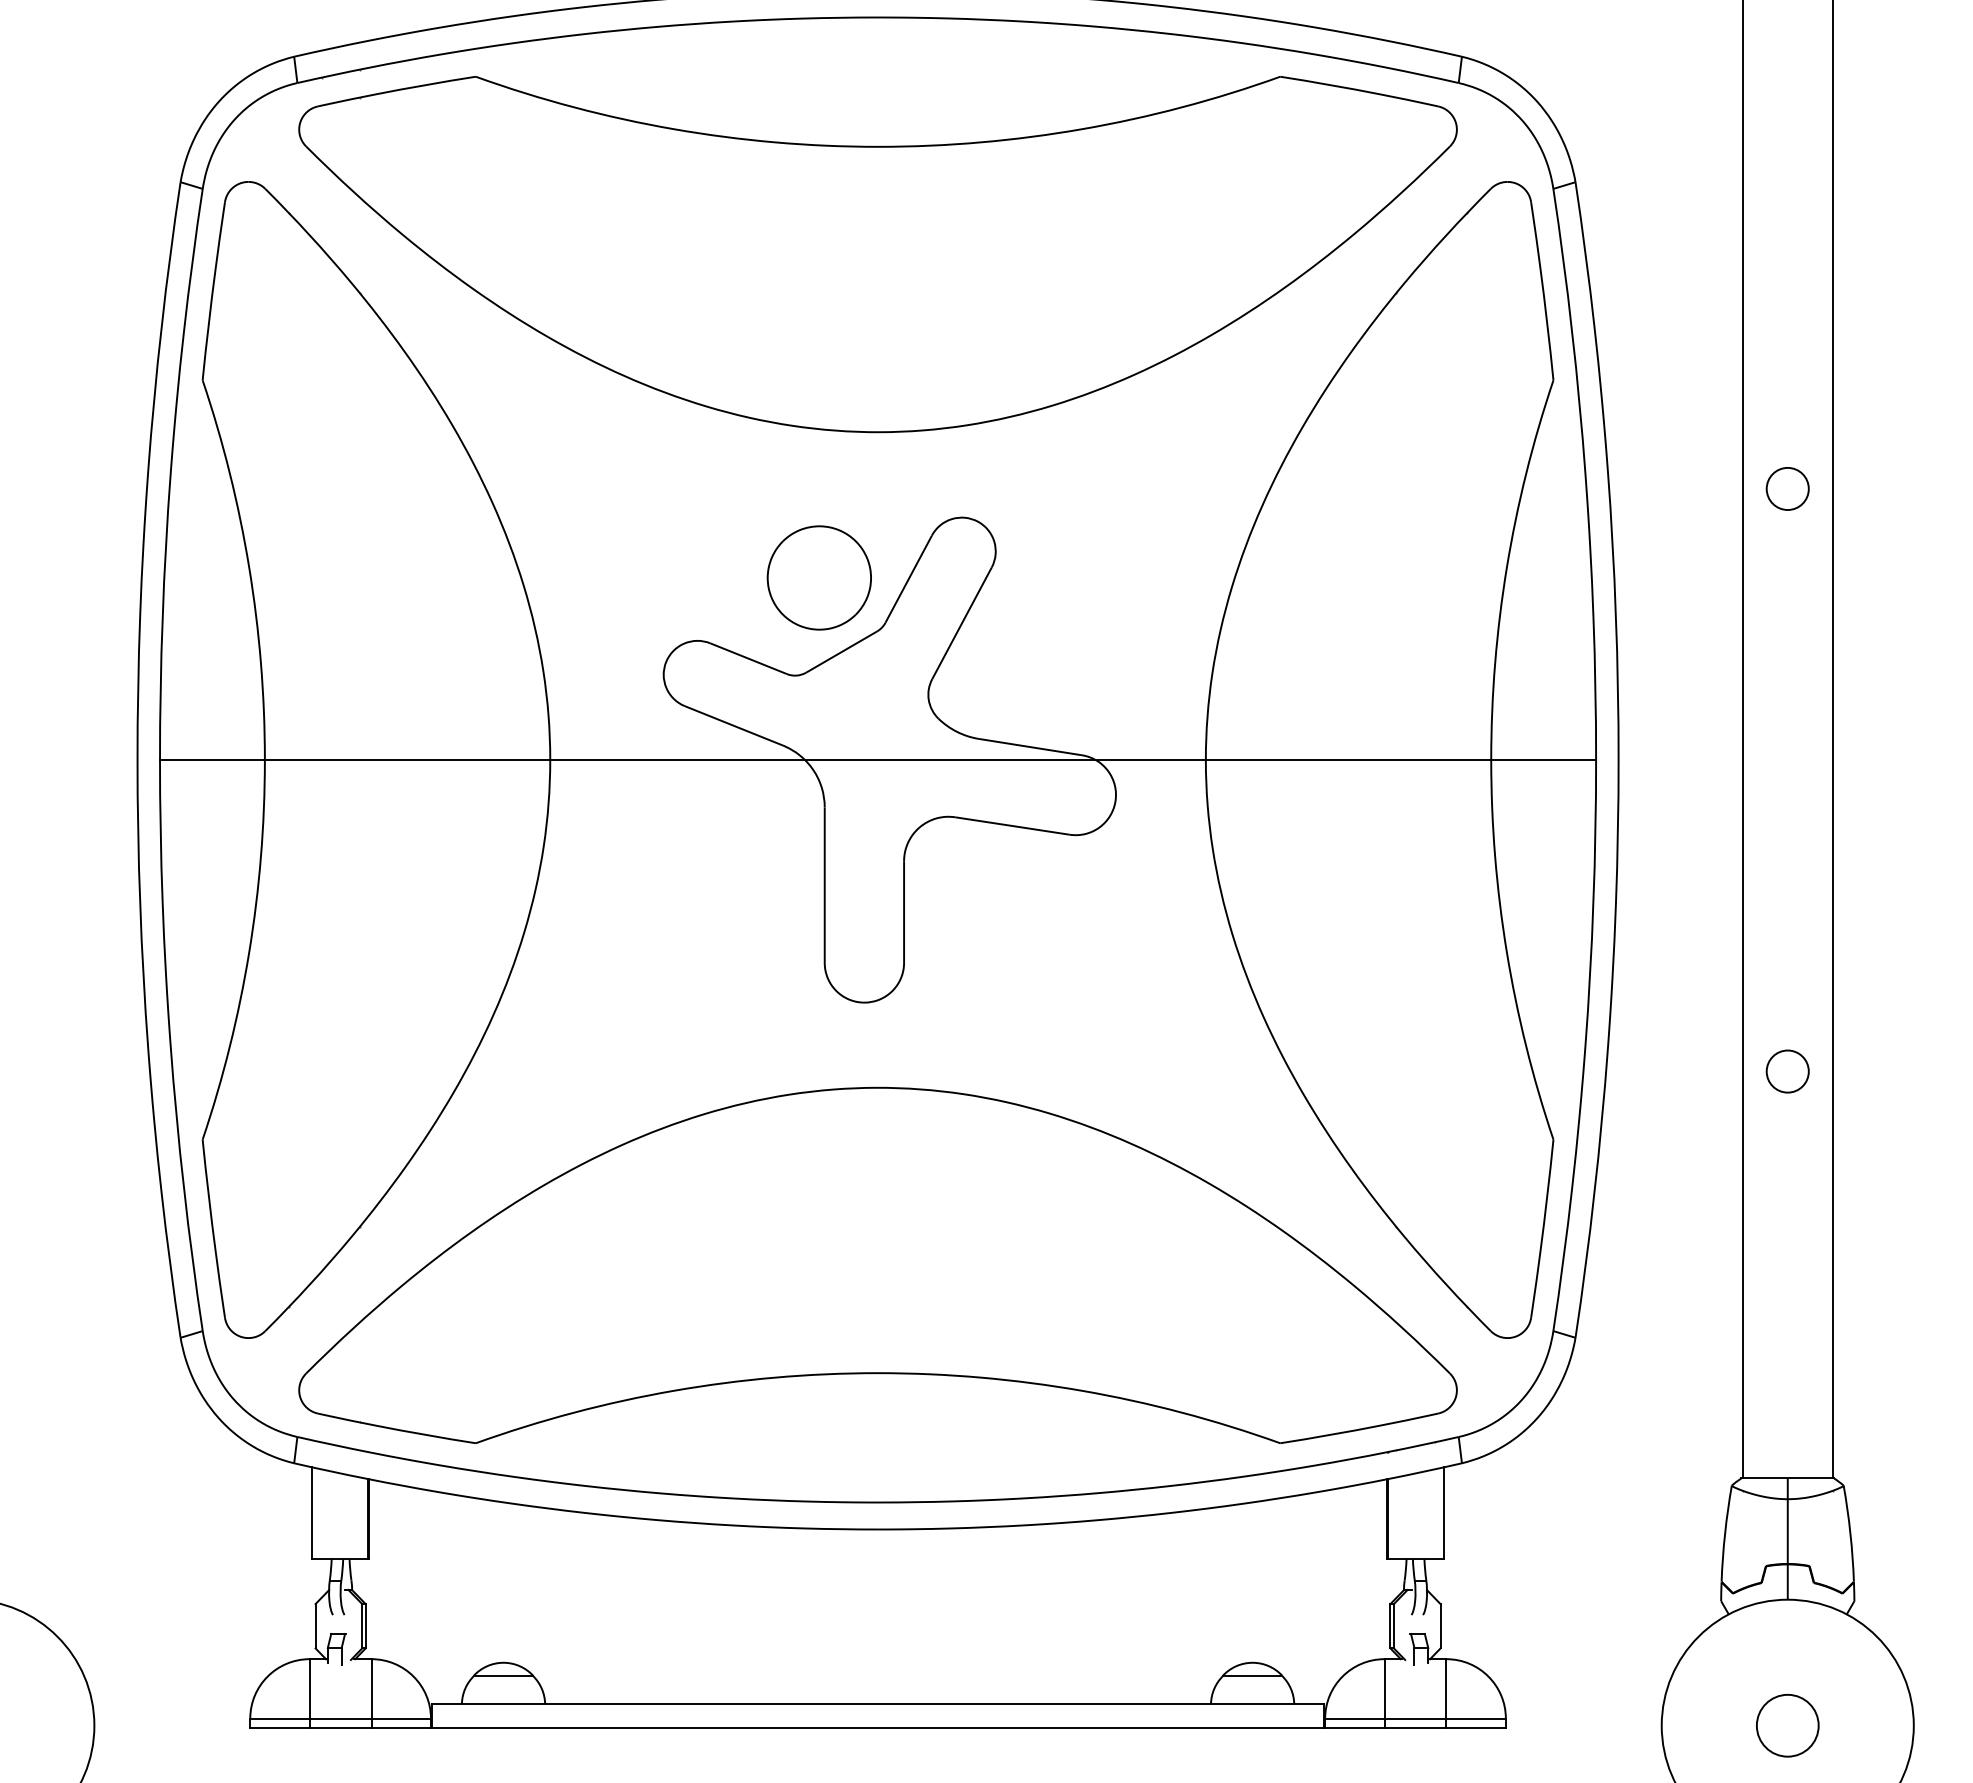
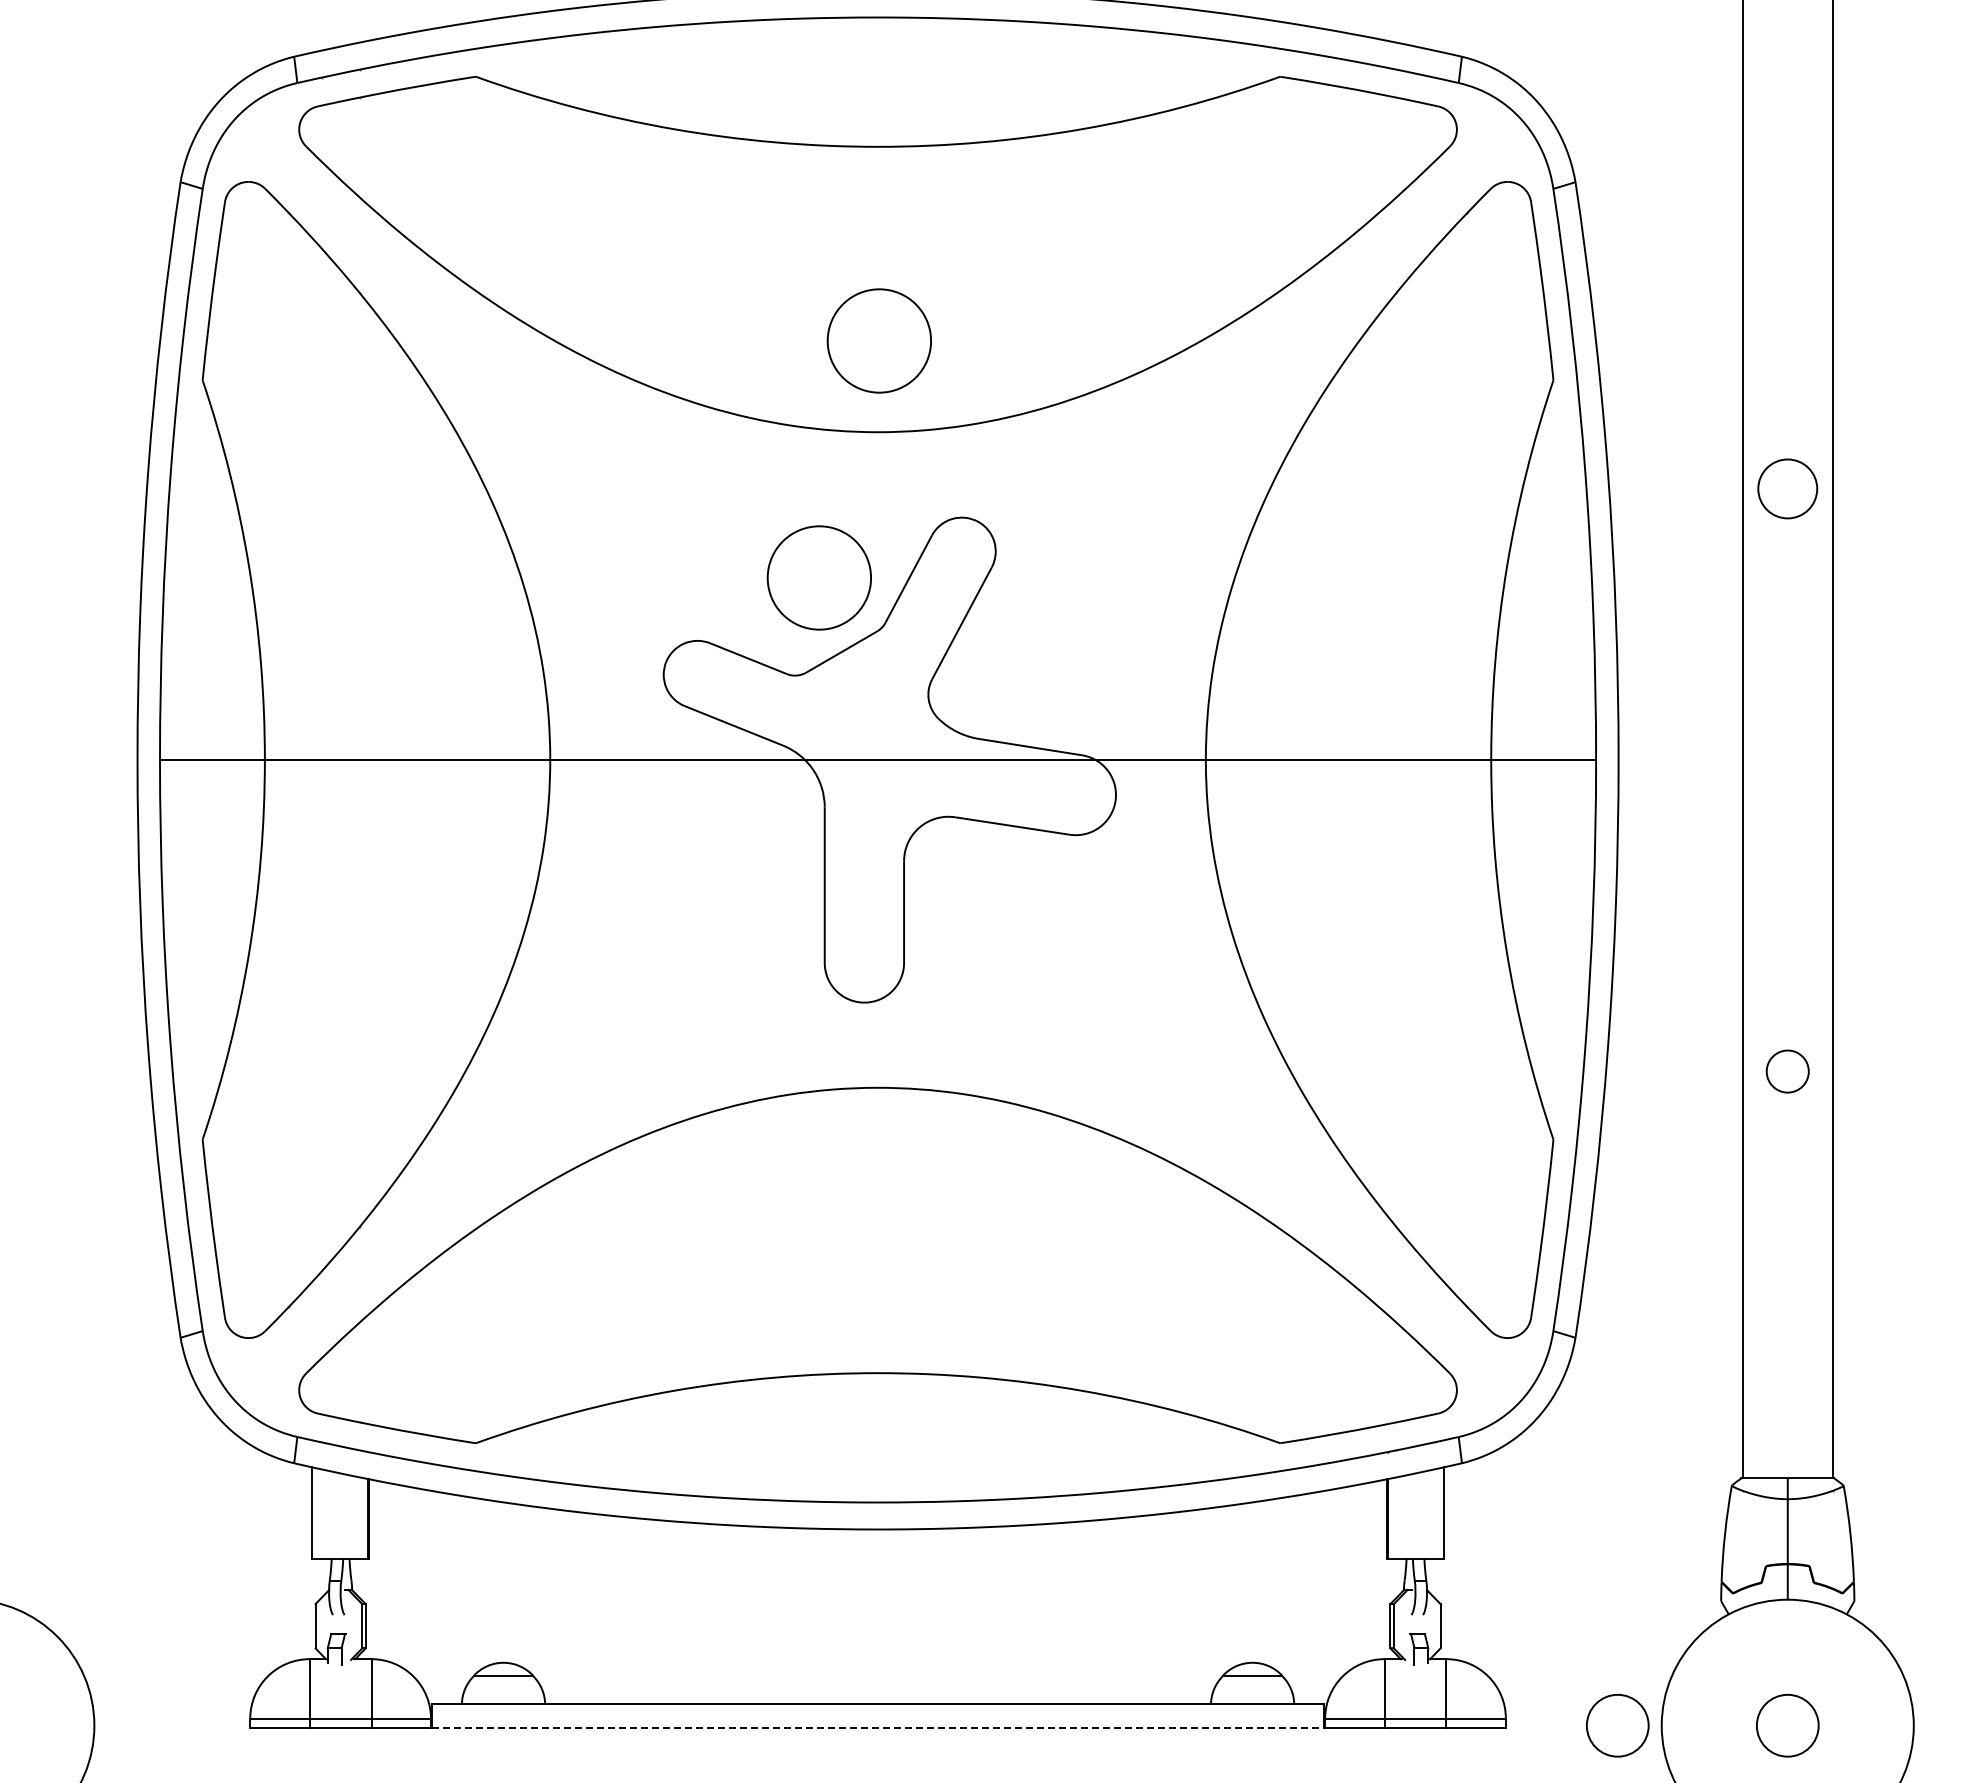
part at (878, 340): none -> present
circle at (1787, 488) diameter: 42 px -> 59 px
circle at (1617, 1725): none -> present
line at (878, 1728): solid -> dashed
